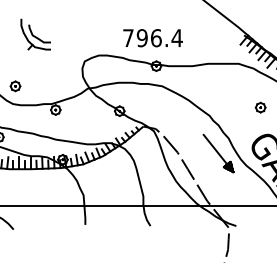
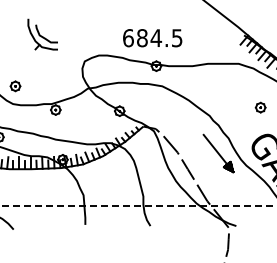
part at (35, 34) position: (35, 34) -> (42, 34)
text at (152, 38): 796.4 -> 684.5
line at (138, 205): solid -> dashed
